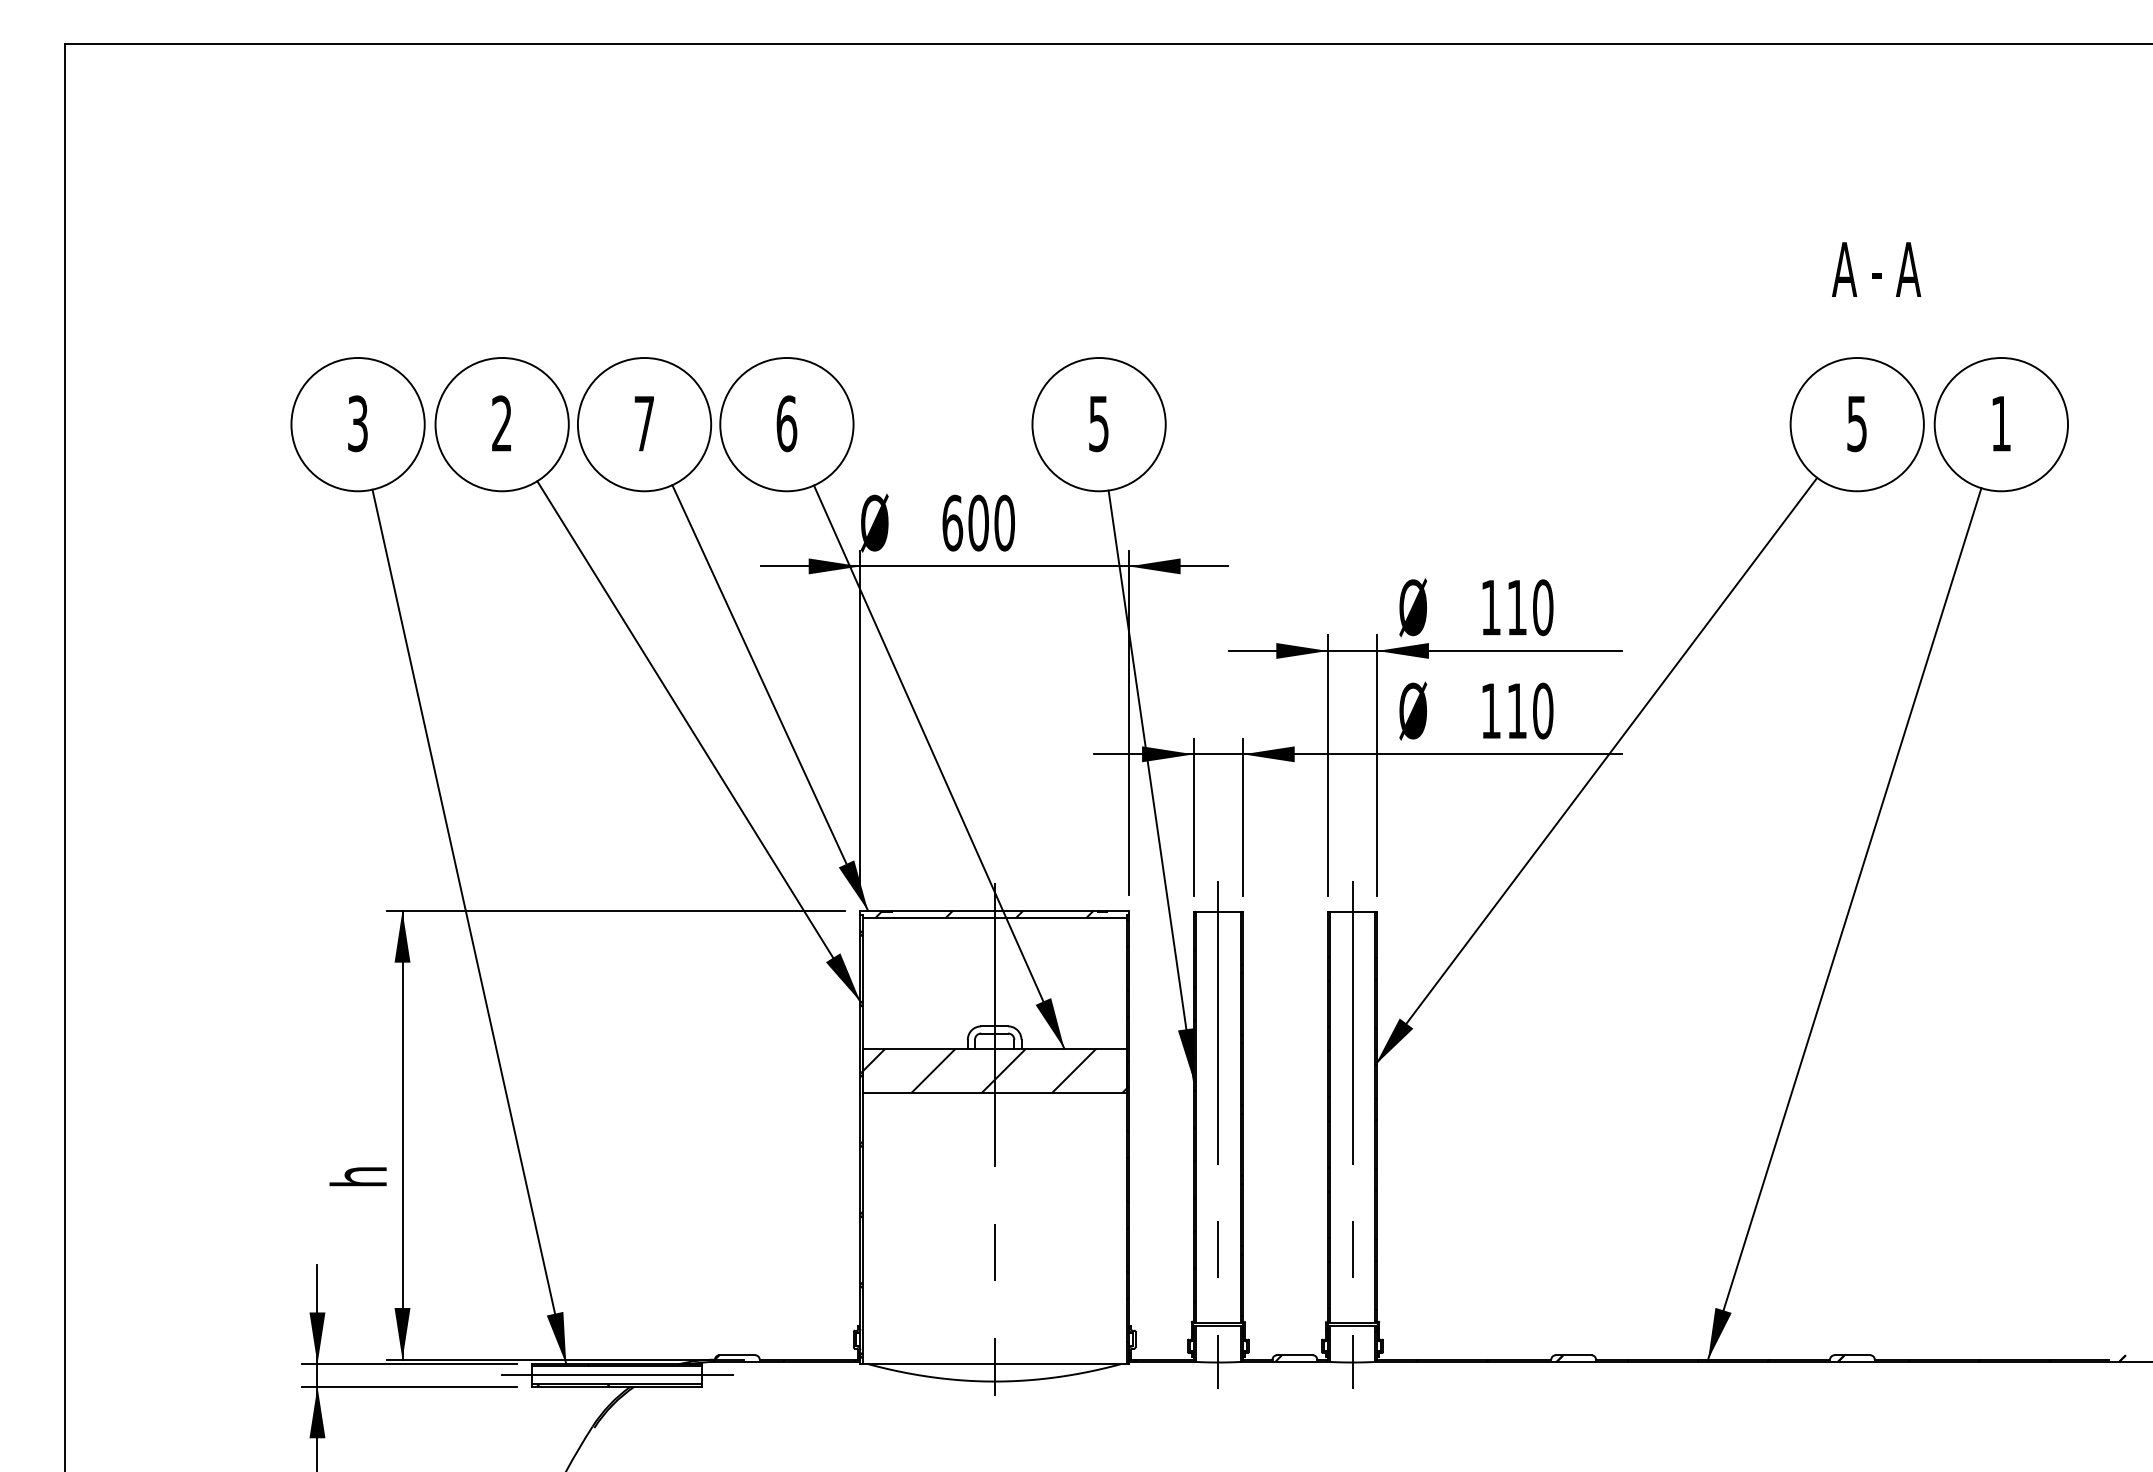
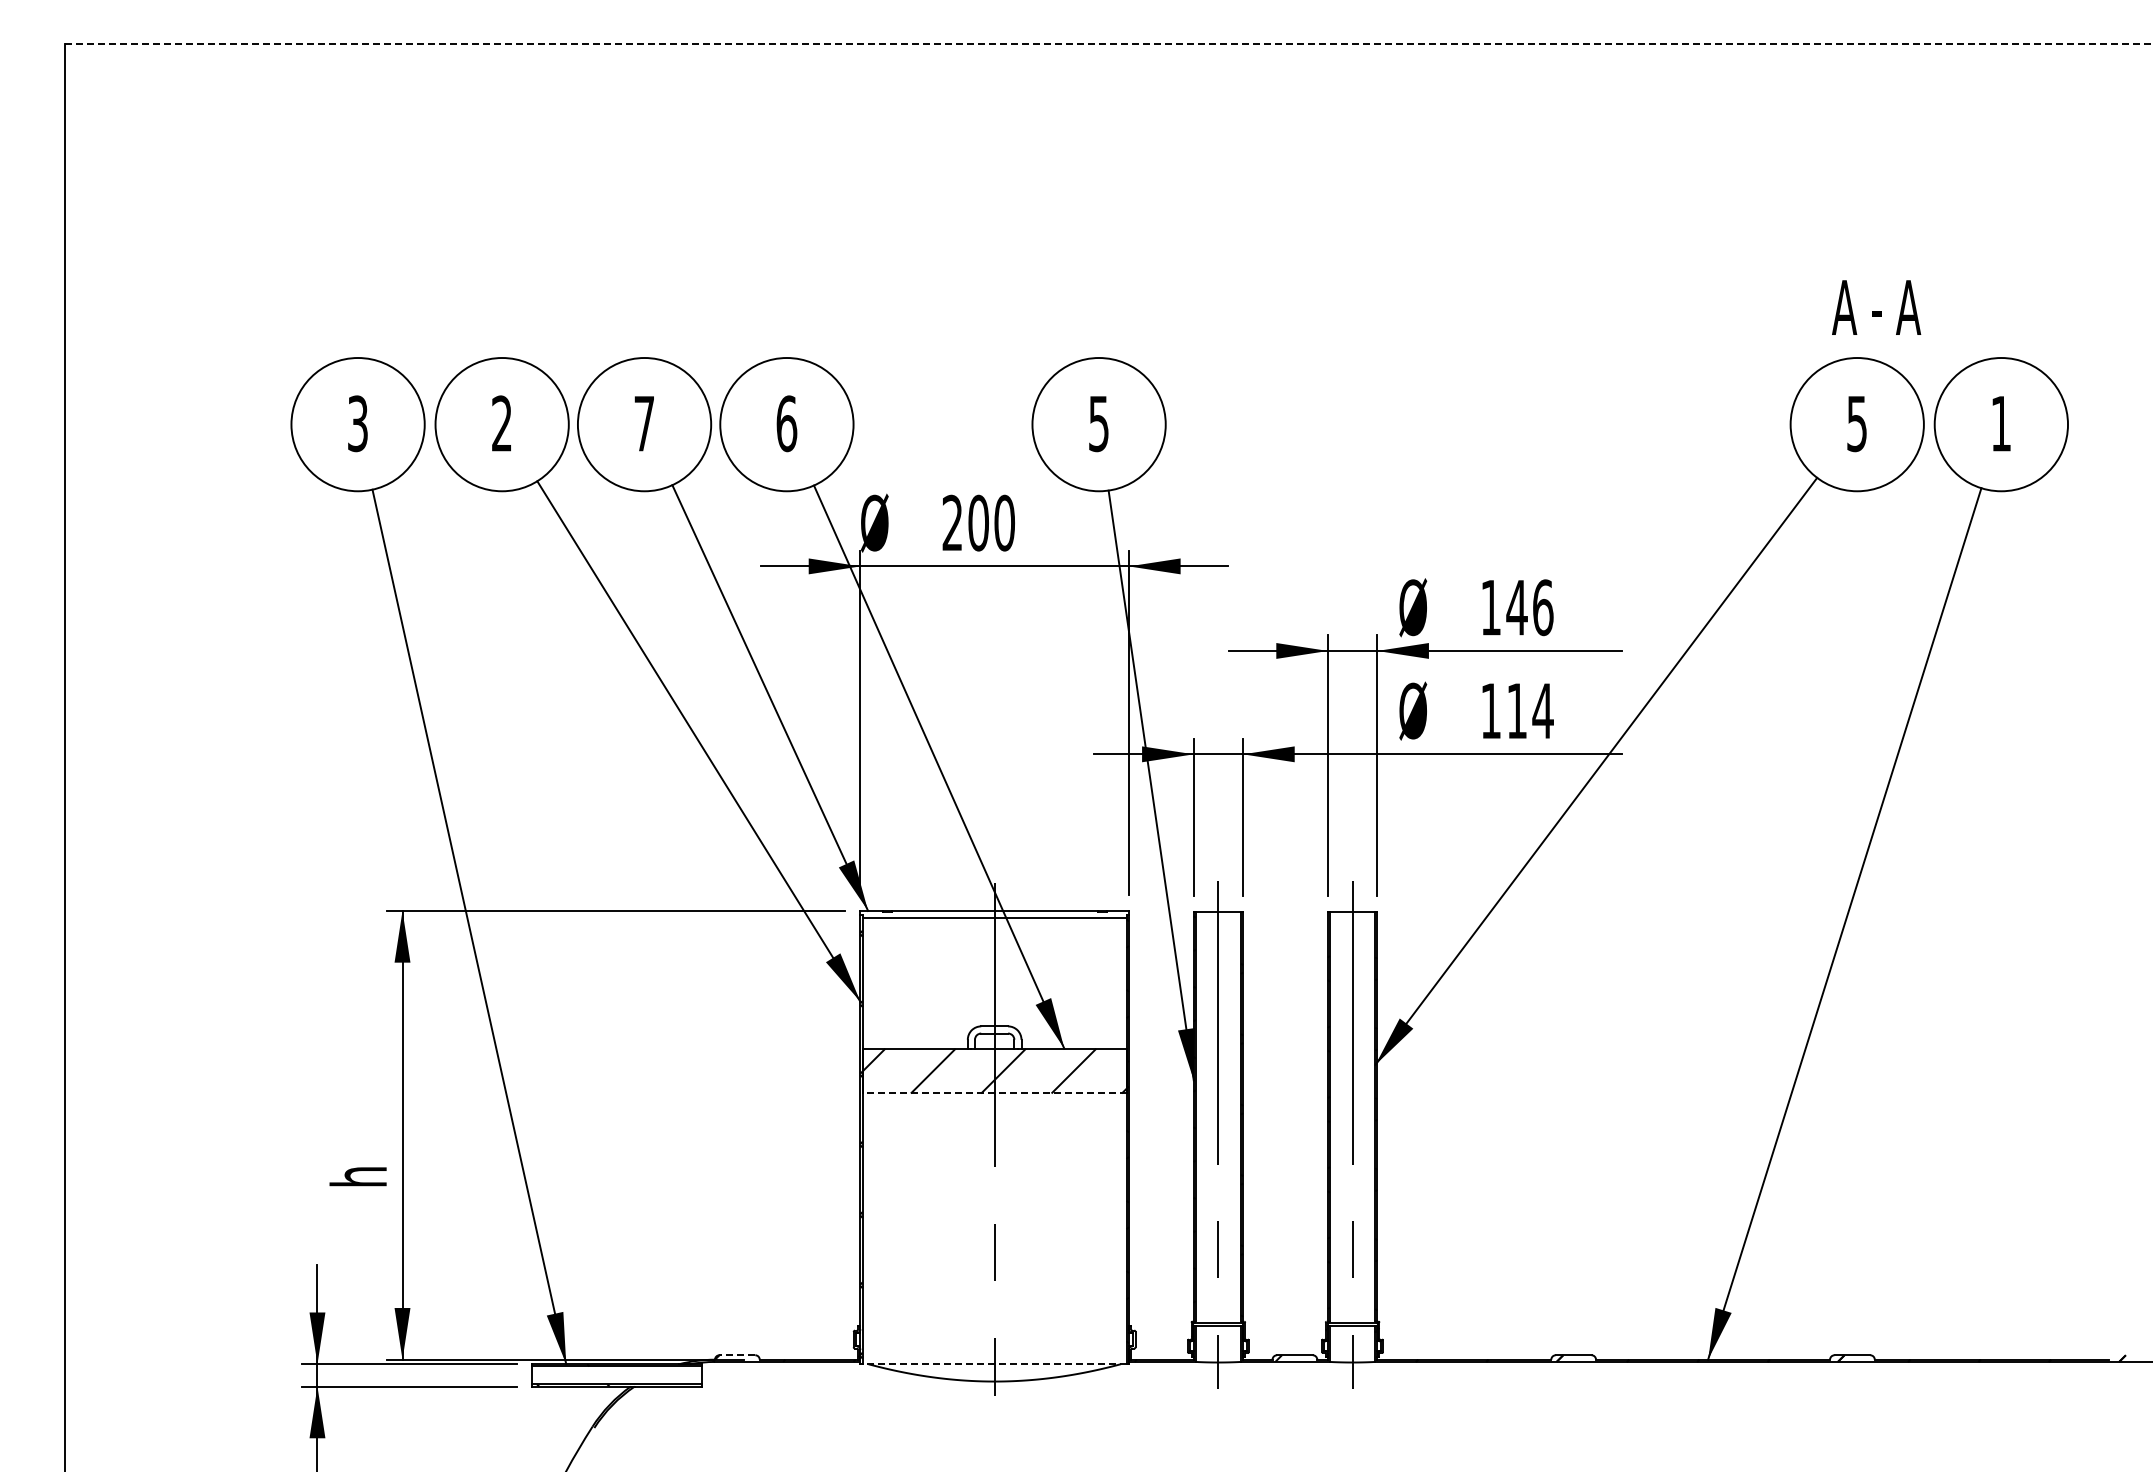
line at (1108, 43): solid -> dashed
text at (1876, 269) position: (1876, 269) -> (1876, 307)
text at (952, 522): 600 -> 200
text at (1529, 607): 110 -> 146
text at (1542, 710): 110 -> 114
hatch at (984, 914): present -> none
line at (994, 1093): solid -> dashed
line at (737, 1355): solid -> dashed
line at (994, 1364): solid -> dashed
line at (616, 1375): present -> none
